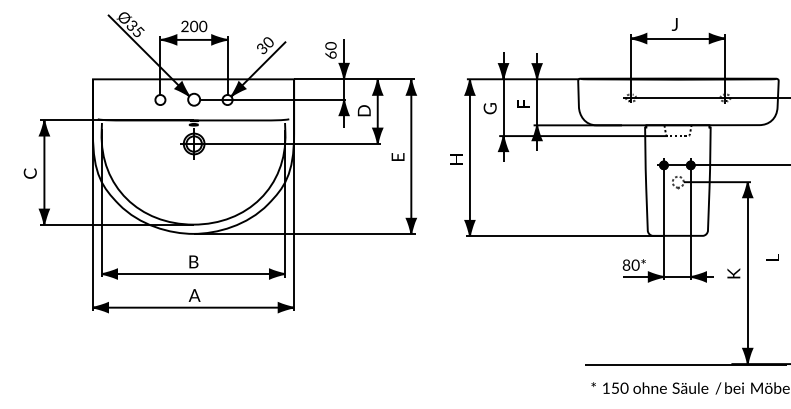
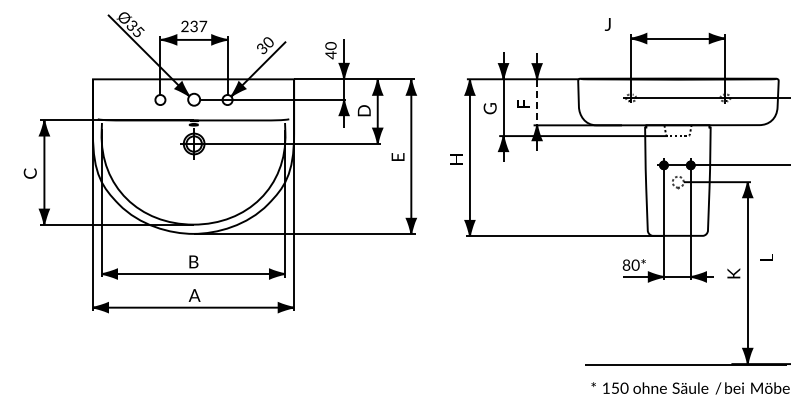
text at (674, 24) position: (674, 24) -> (607, 24)
text at (198, 26): 200 -> 237
text at (330, 55): 60 -> 40
line at (537, 102): solid -> dashed
text at (772, 257) position: (772, 257) -> (766, 257)
